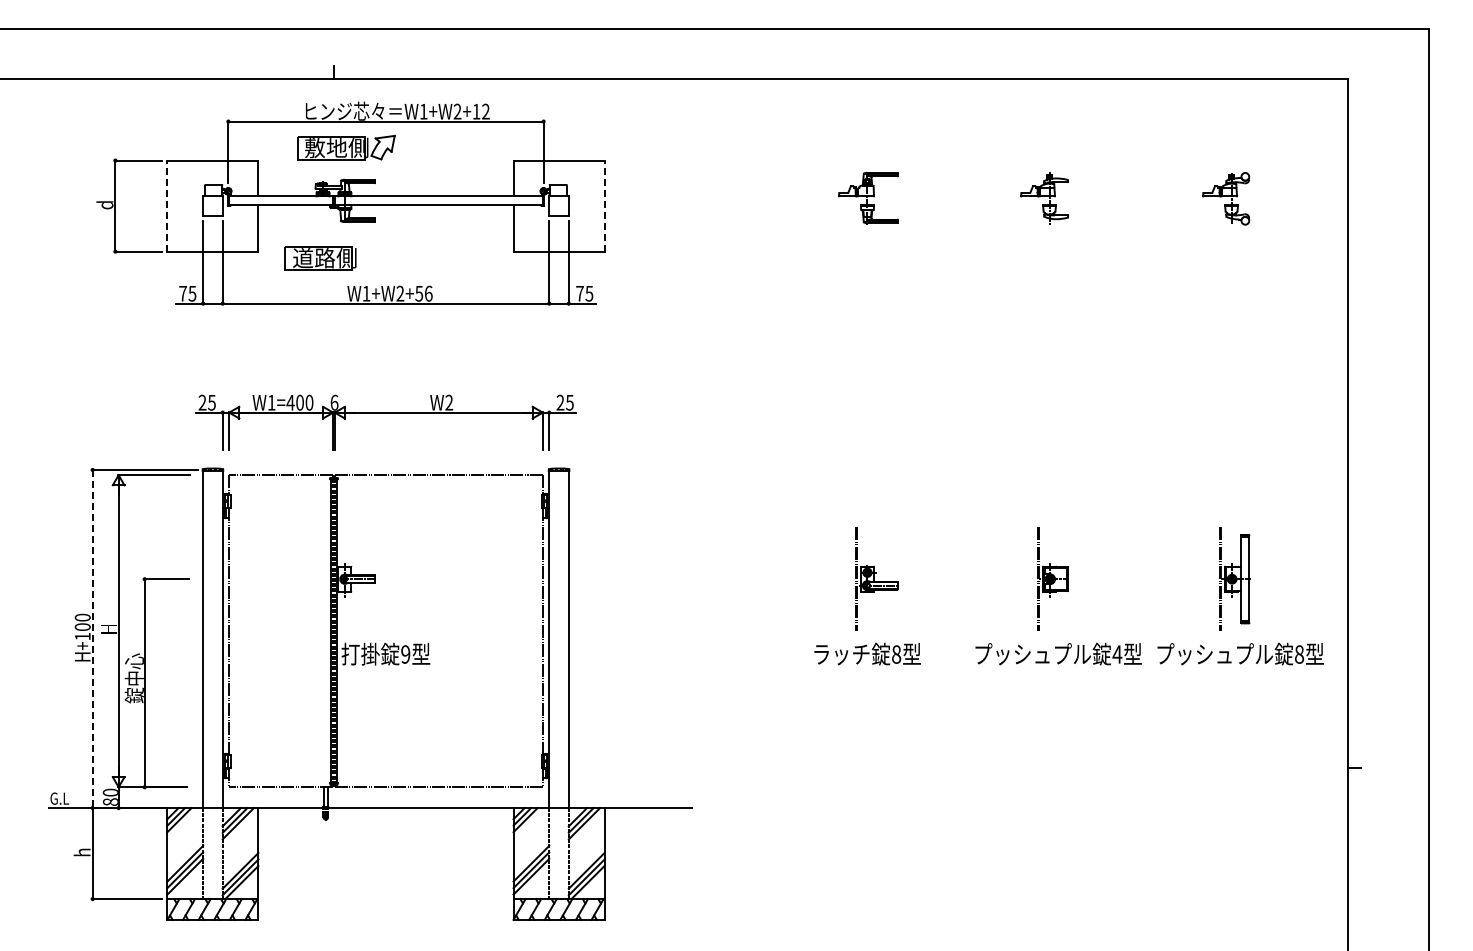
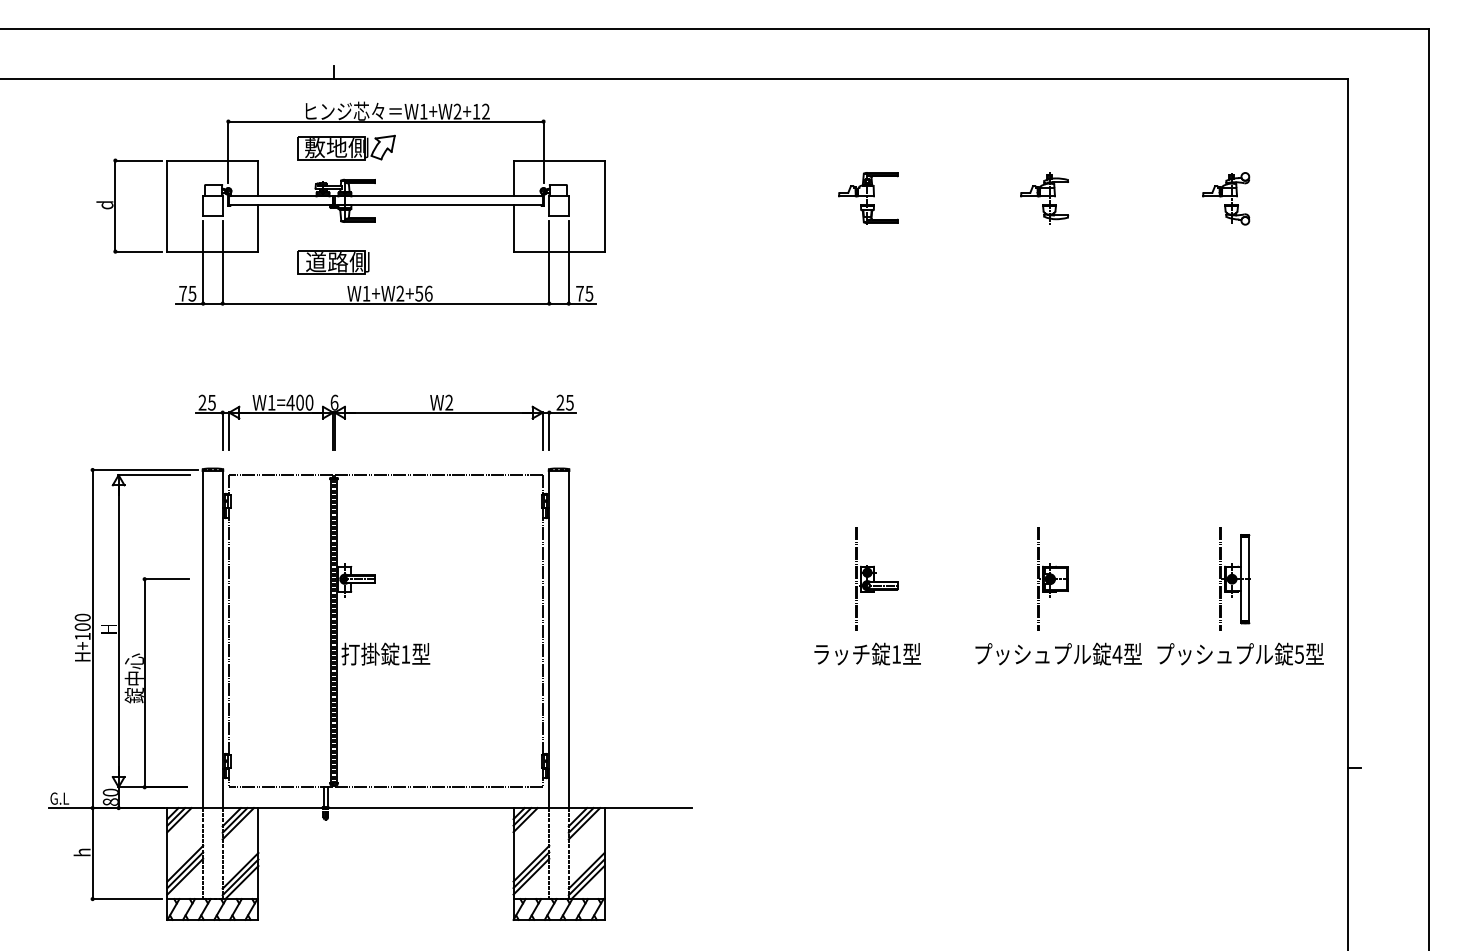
line at (167, 206): dashed -> solid
line at (604, 206): dashed -> solid
part at (320, 258) position: (320, 258) -> (333, 262)
line at (92, 639): dashed -> solid
text at (405, 654): 9 -> 1
text at (896, 654): 8 -> 1
text at (1299, 654): 8 -> 5
